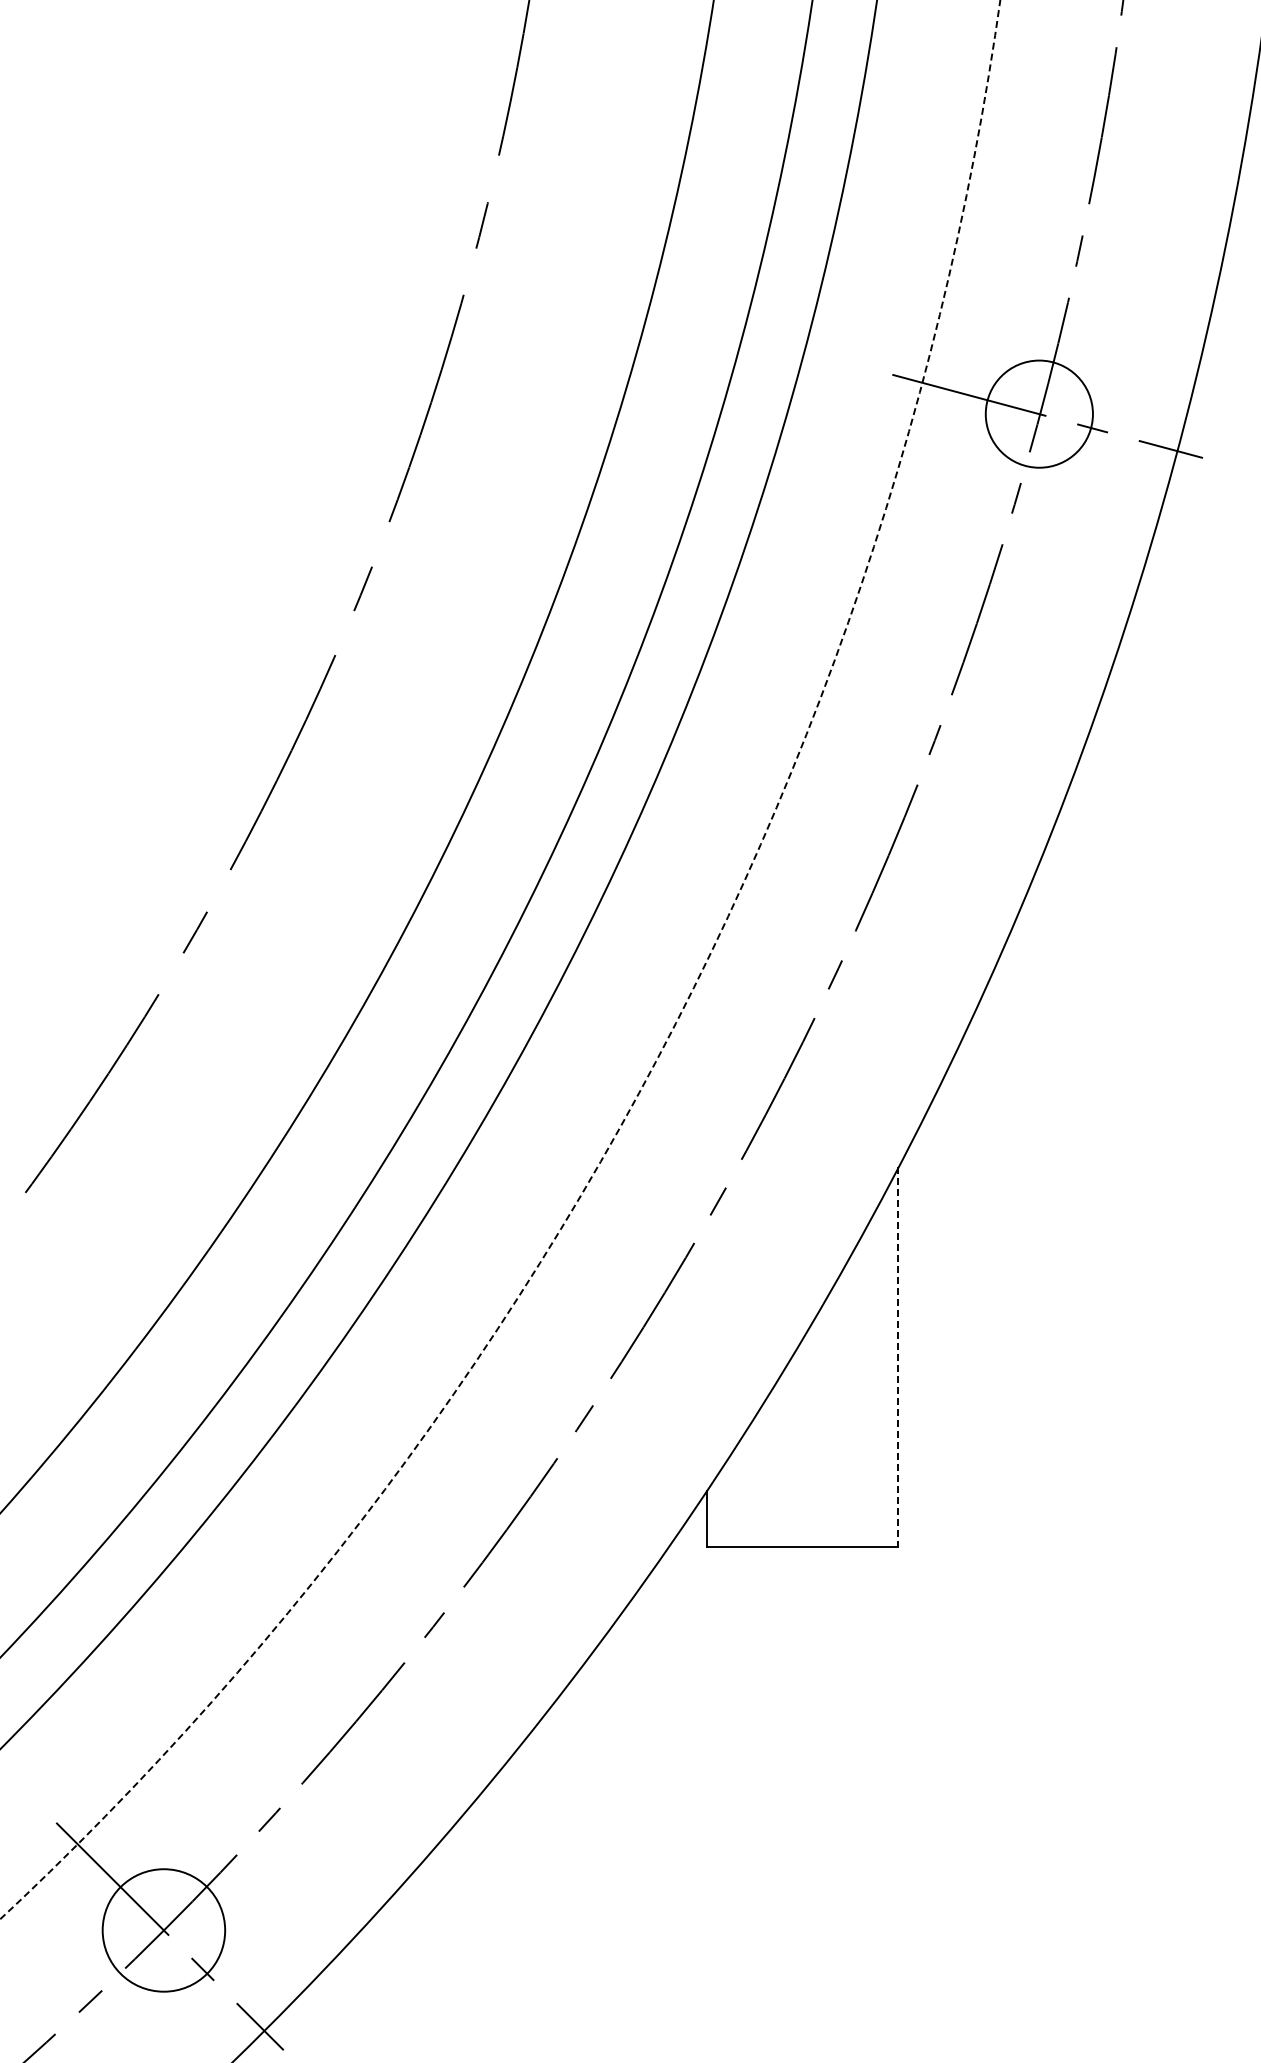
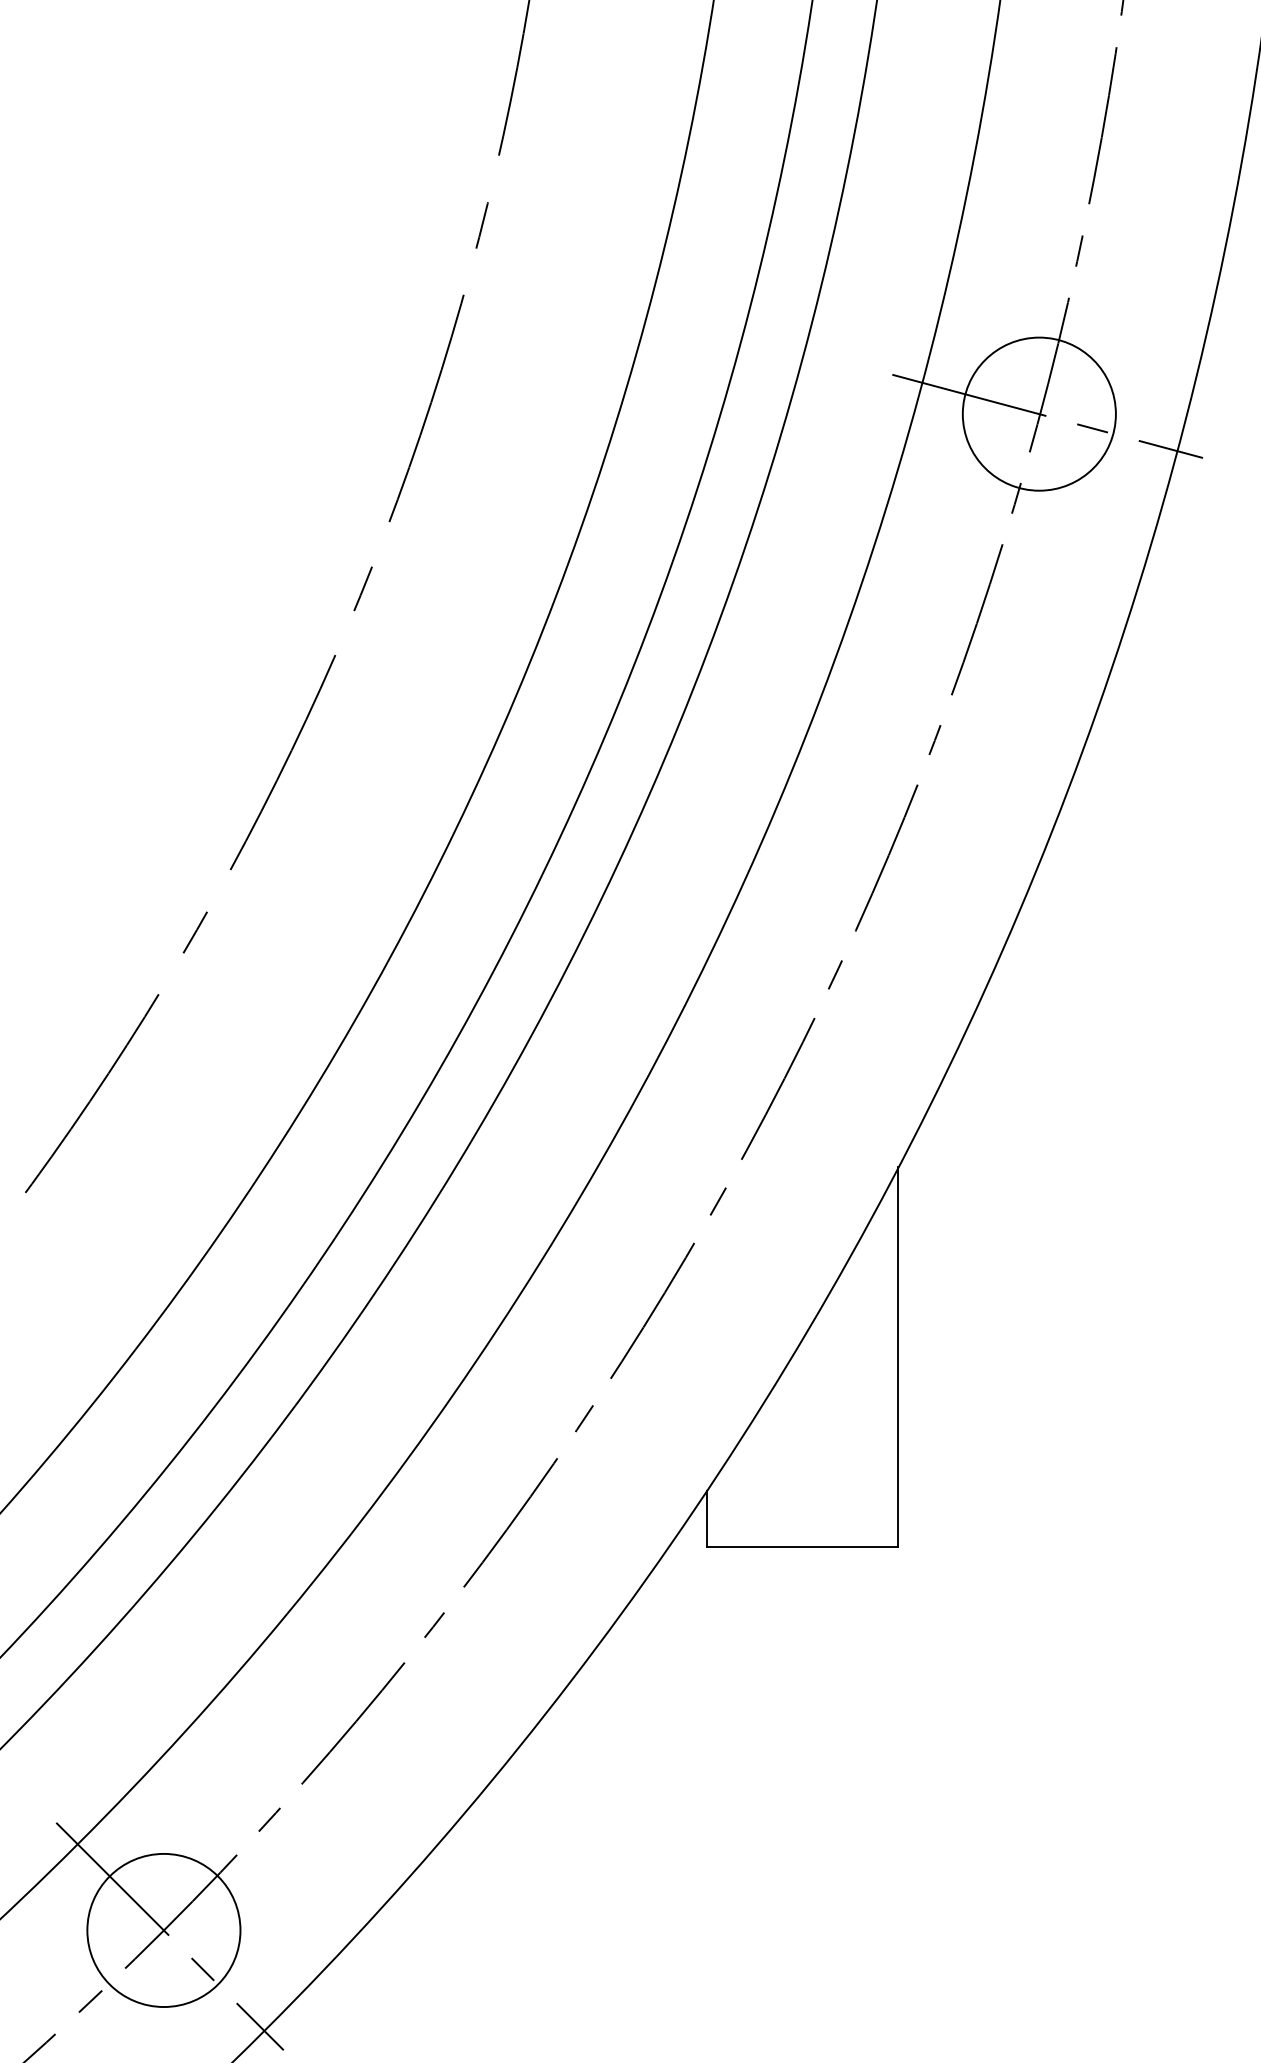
circle at (1038, 413) diameter: 107 px -> 153 px
circle at (500, 959): dashed -> solid
line at (898, 1357): dashed -> solid
circle at (163, 1930) diameter: 122 px -> 153 px
